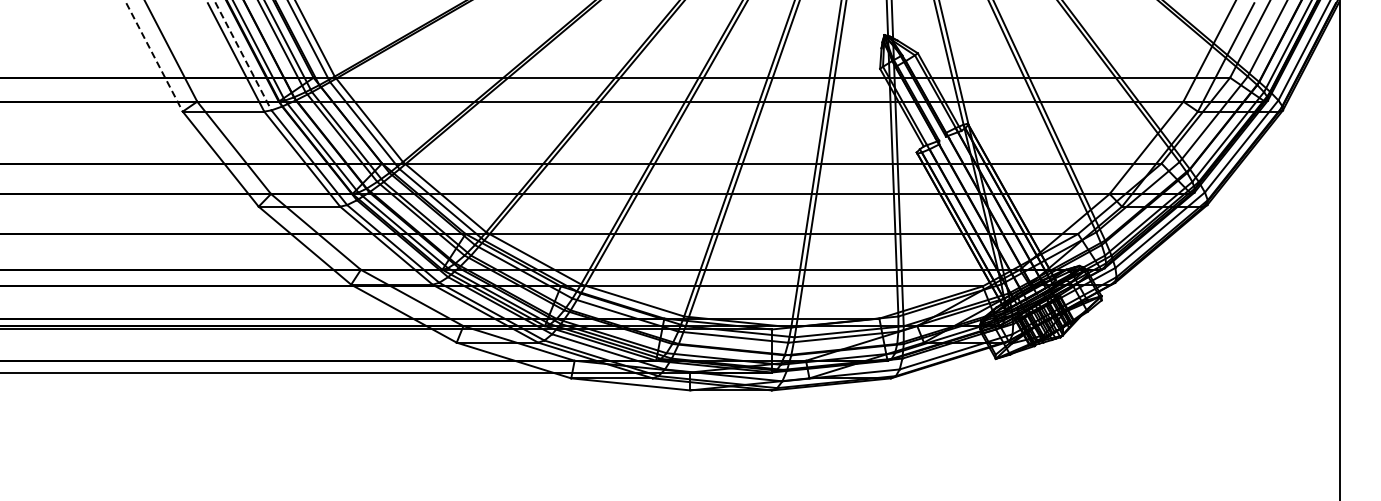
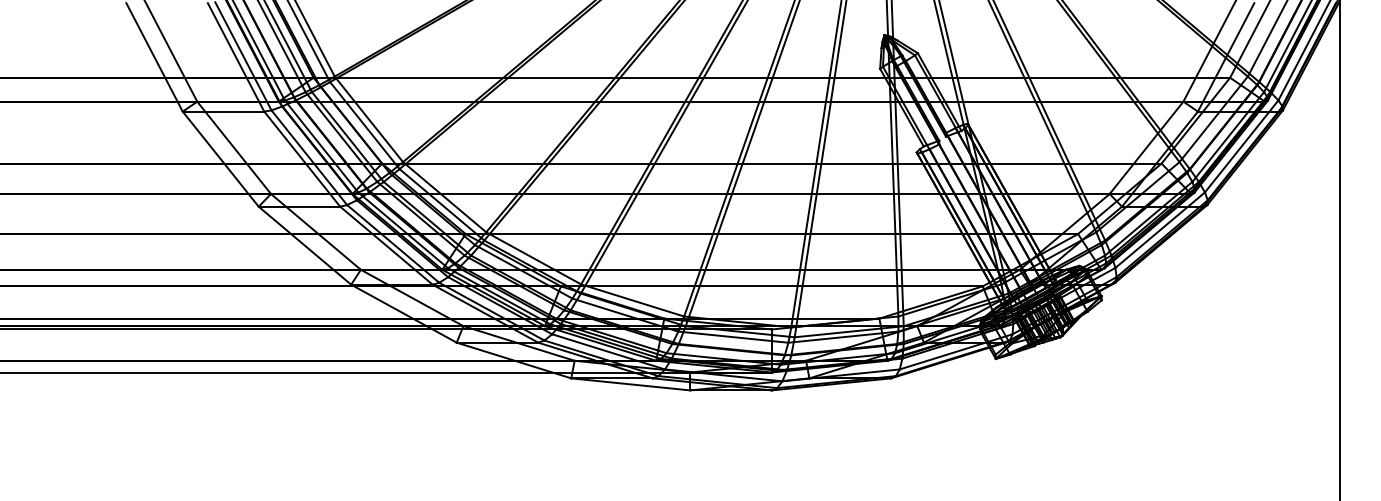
line at (243, 56): dashed -> solid
line at (154, 57): dashed -> solid
